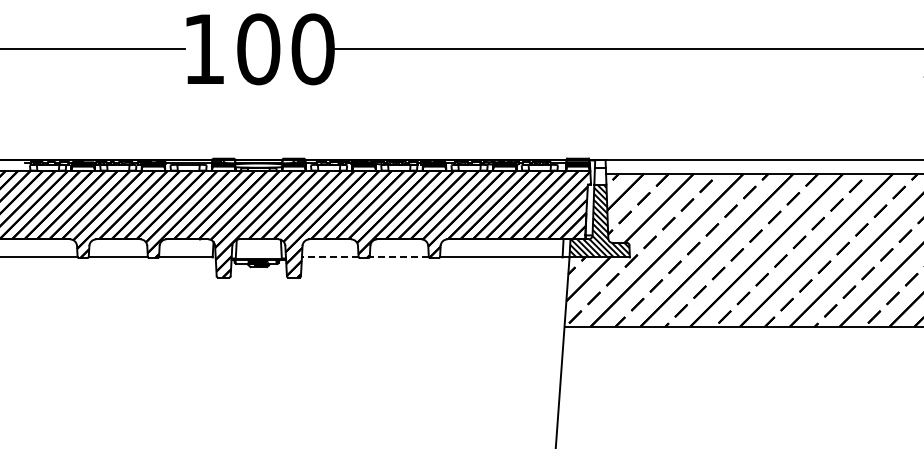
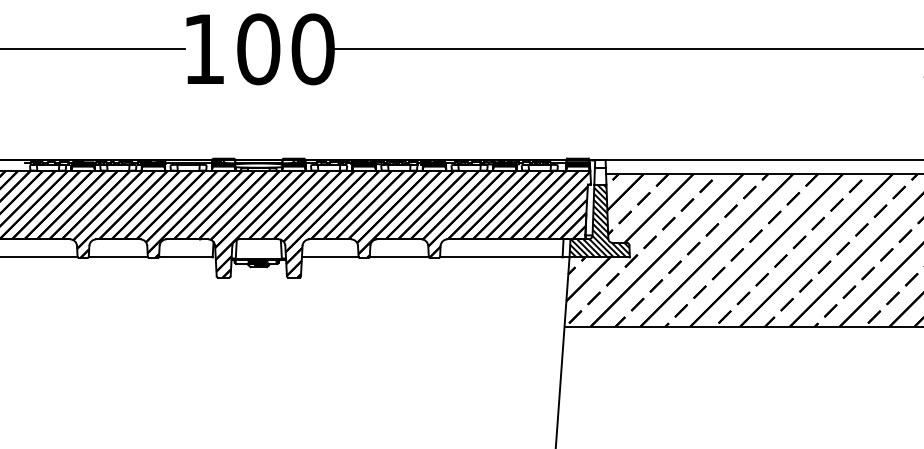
line at (329, 257): dashed -> solid
line at (399, 257): dashed -> solid
